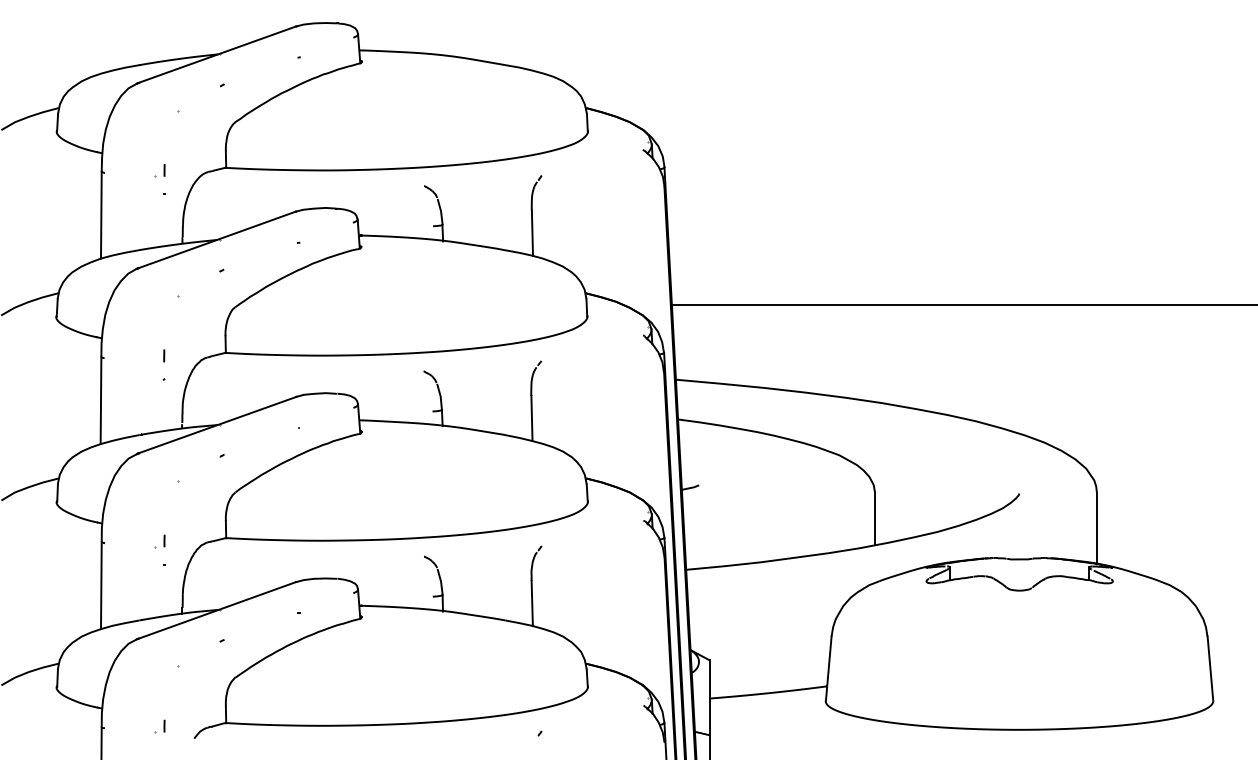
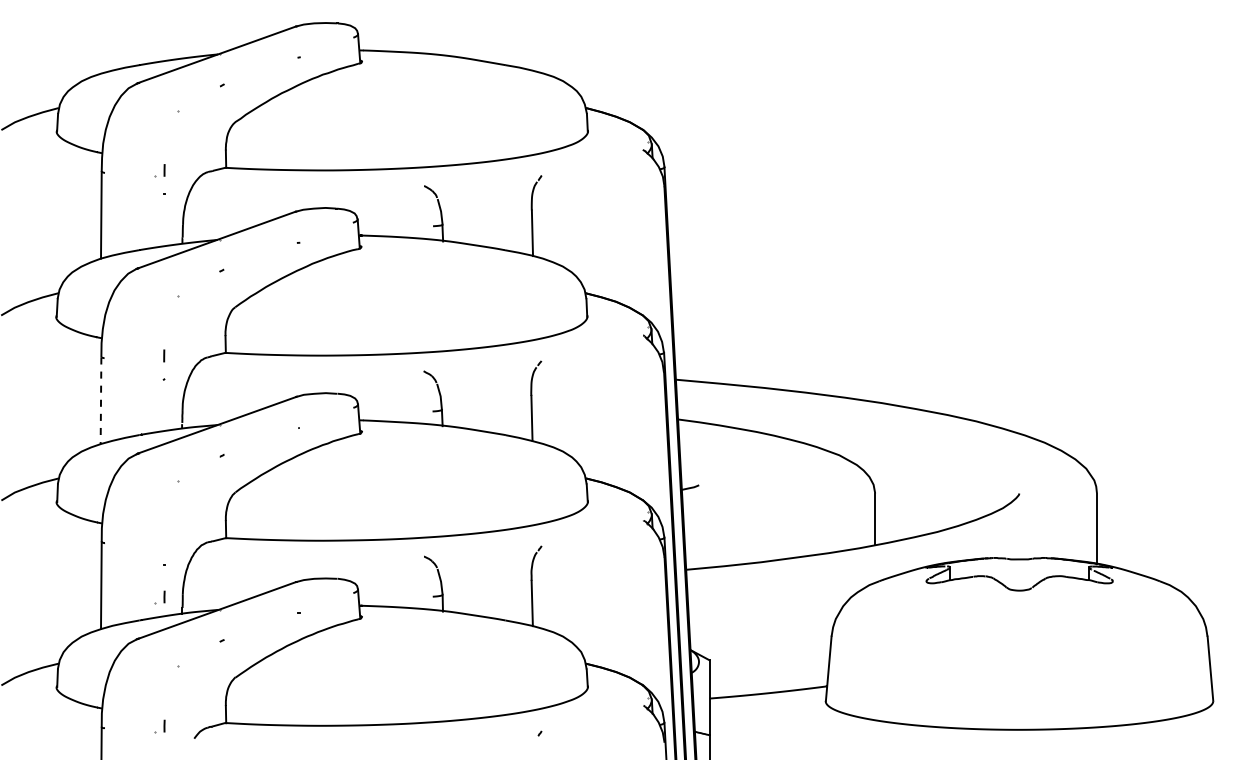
line at (962, 305): present -> none
line at (101, 401): solid -> dashed
part at (159, 541) position: (159, 541) -> (159, 597)
